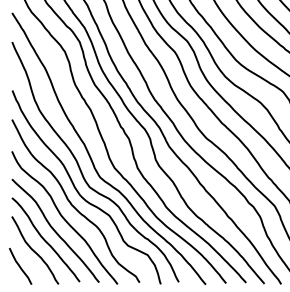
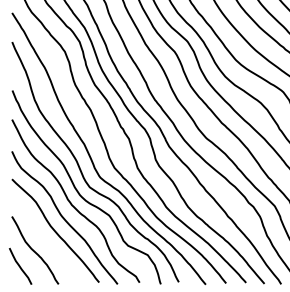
curve at (45, 239): present -> none
